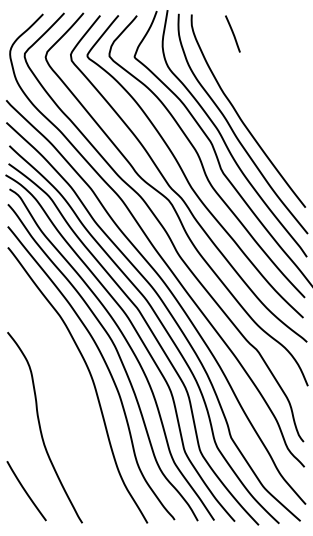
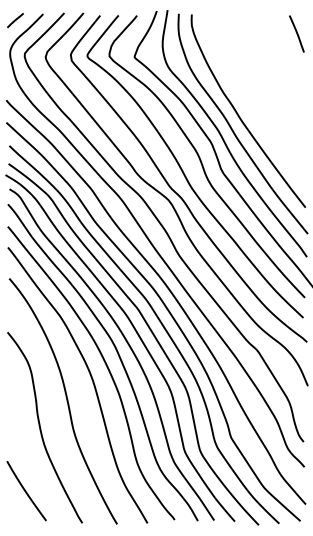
line at (15, 20): none -> present
line at (232, 33) position: (232, 33) -> (296, 33)
curve at (66, 401): none -> present
